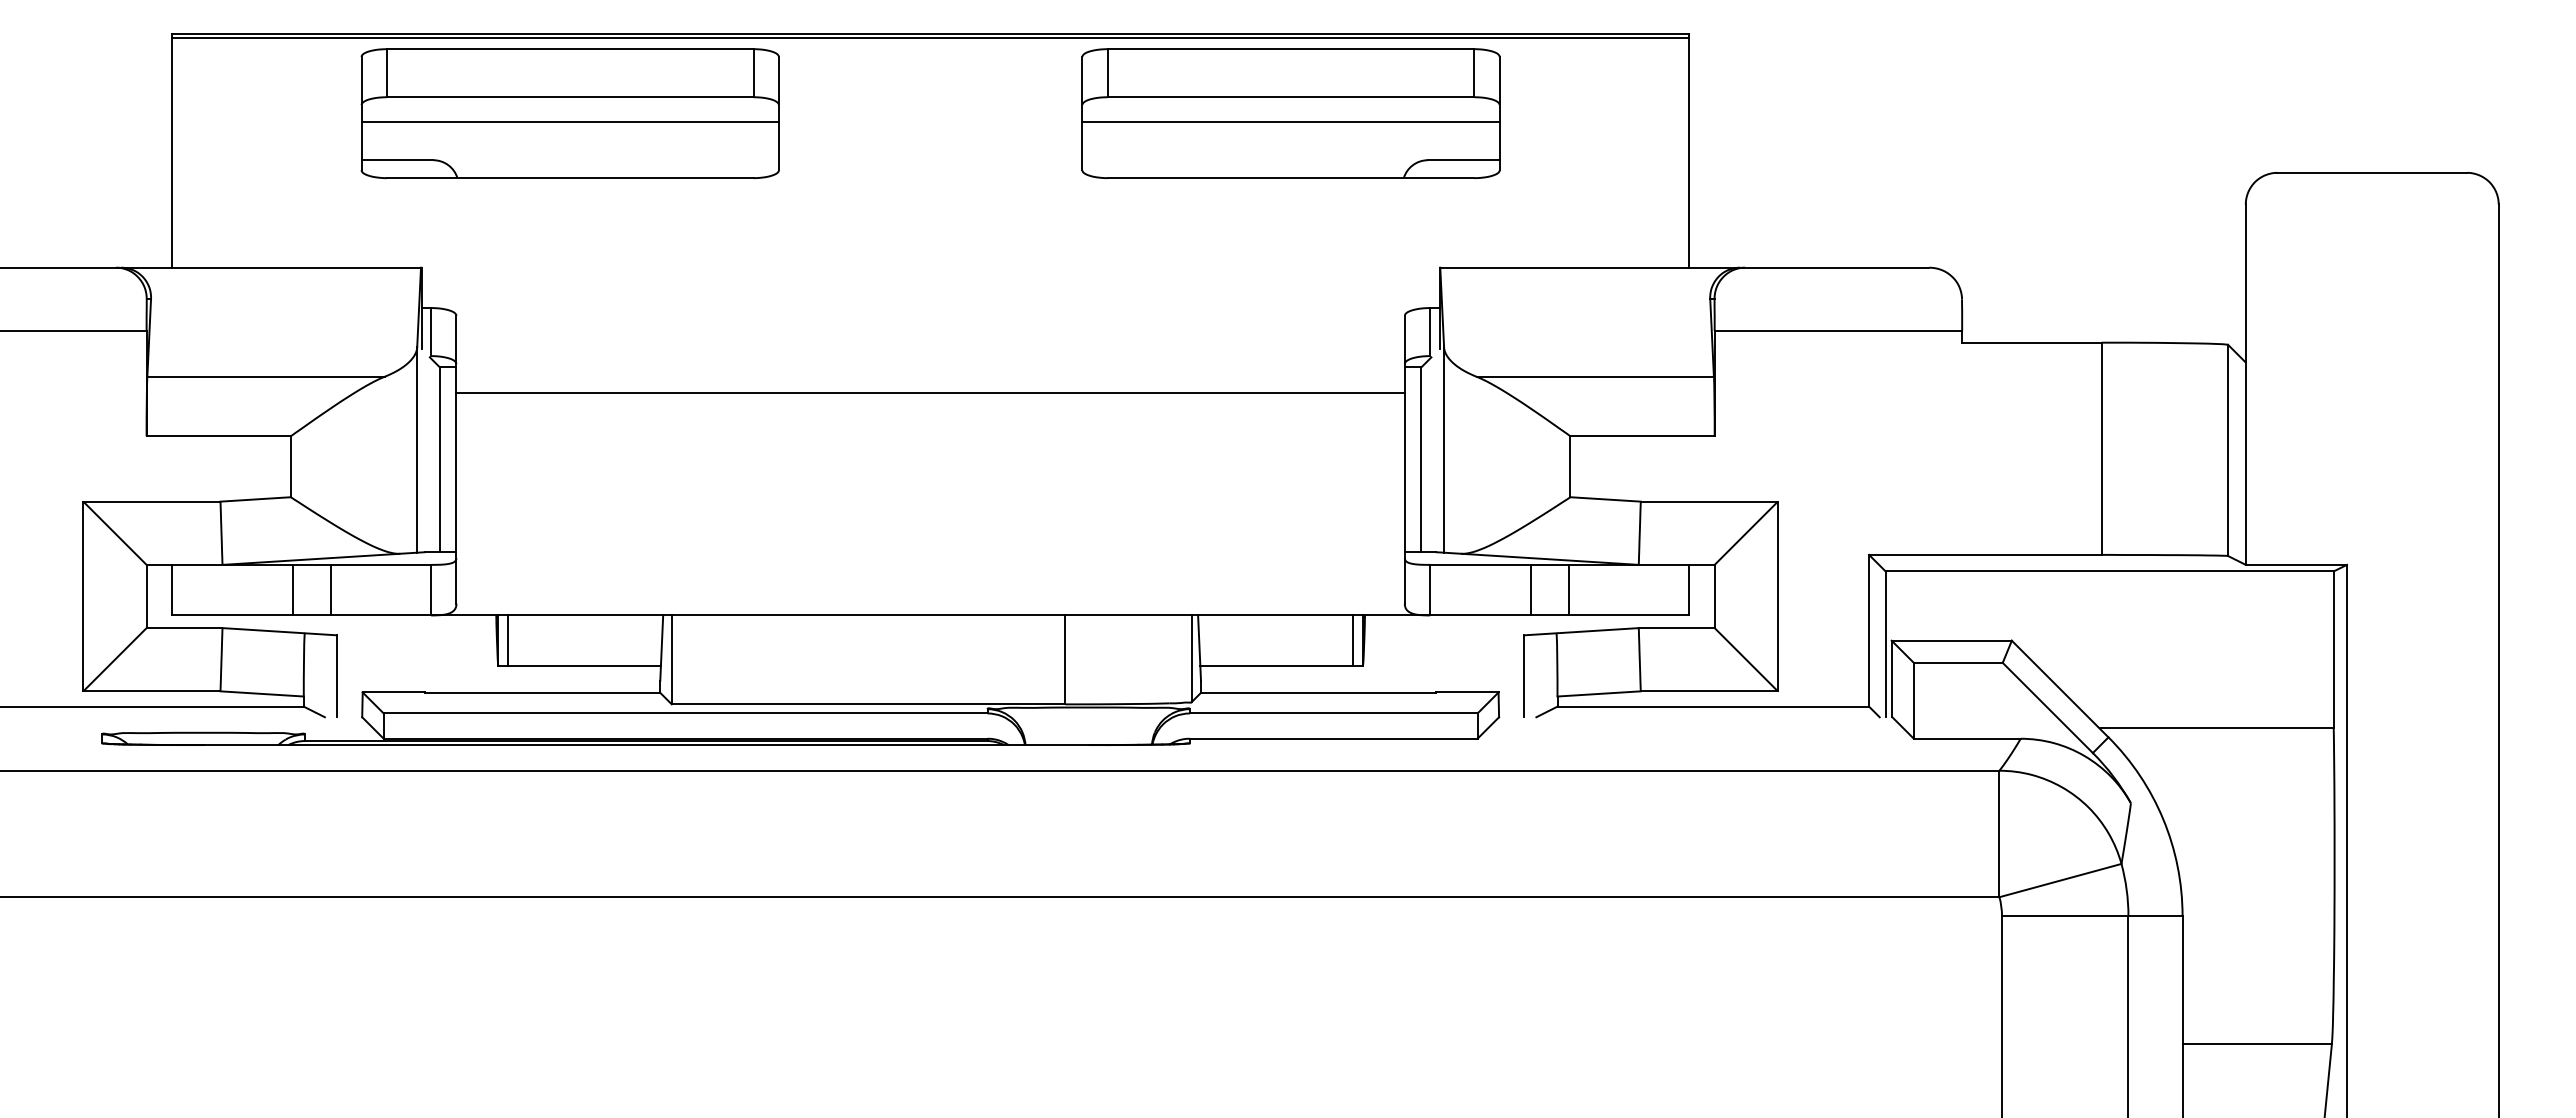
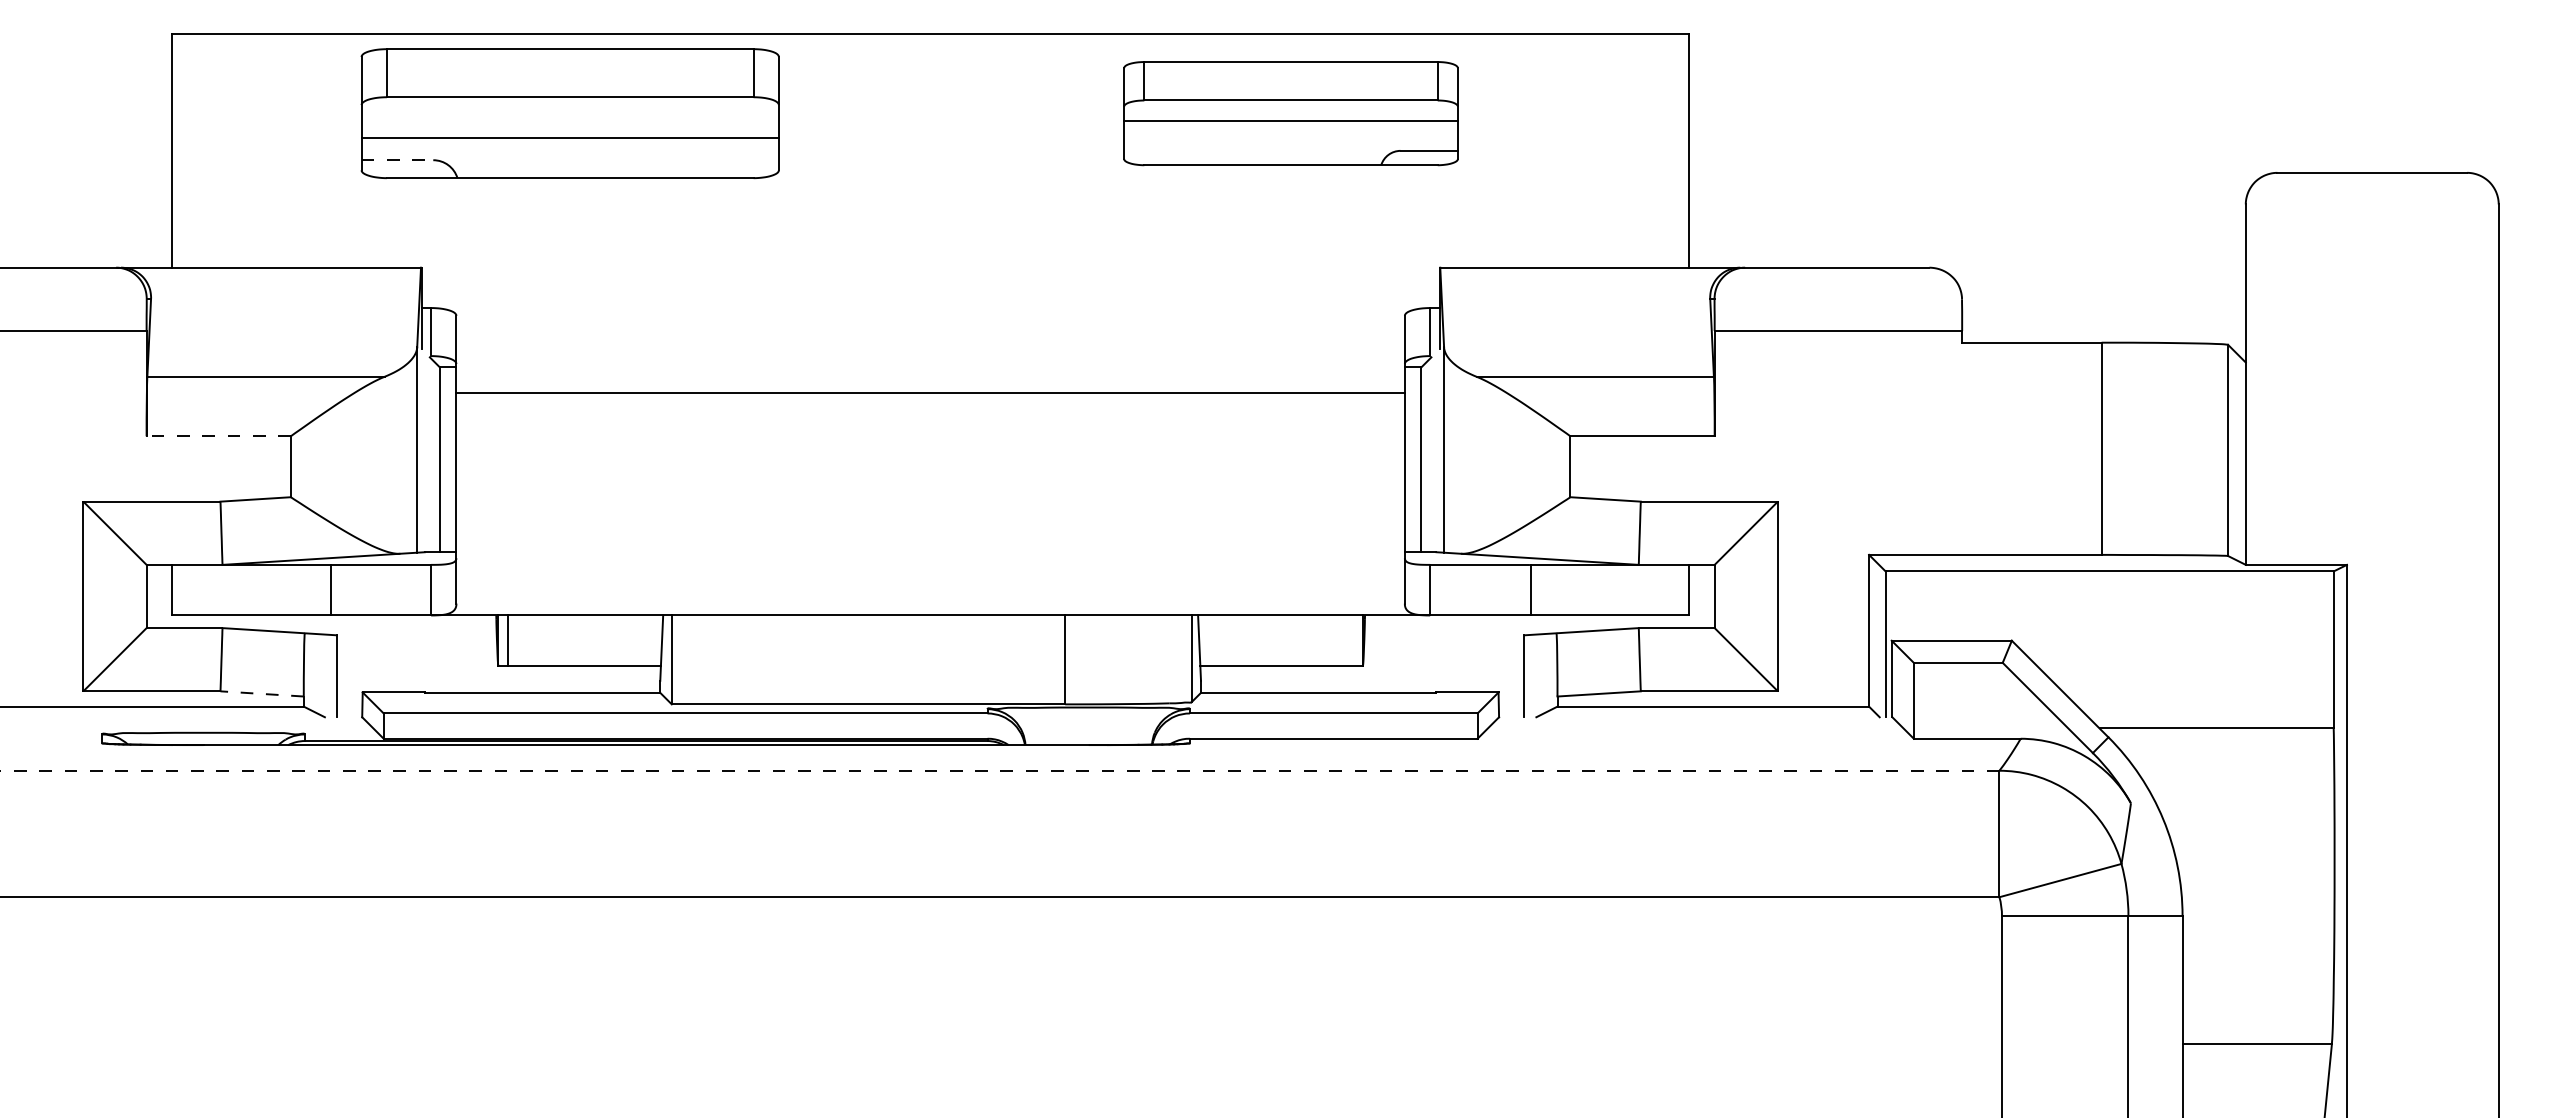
line at (930, 38): present -> none
part at (1290, 113) size: 420x131 px -> 336x106 px
line at (569, 122) position: (569, 122) -> (569, 138)
line at (397, 160): solid -> dashed
line at (218, 436): solid -> dashed
line at (292, 589): present -> none
line at (1568, 589): present -> none
line at (1352, 640): present -> none
line at (262, 693): solid -> dashed
line at (999, 770): solid -> dashed
